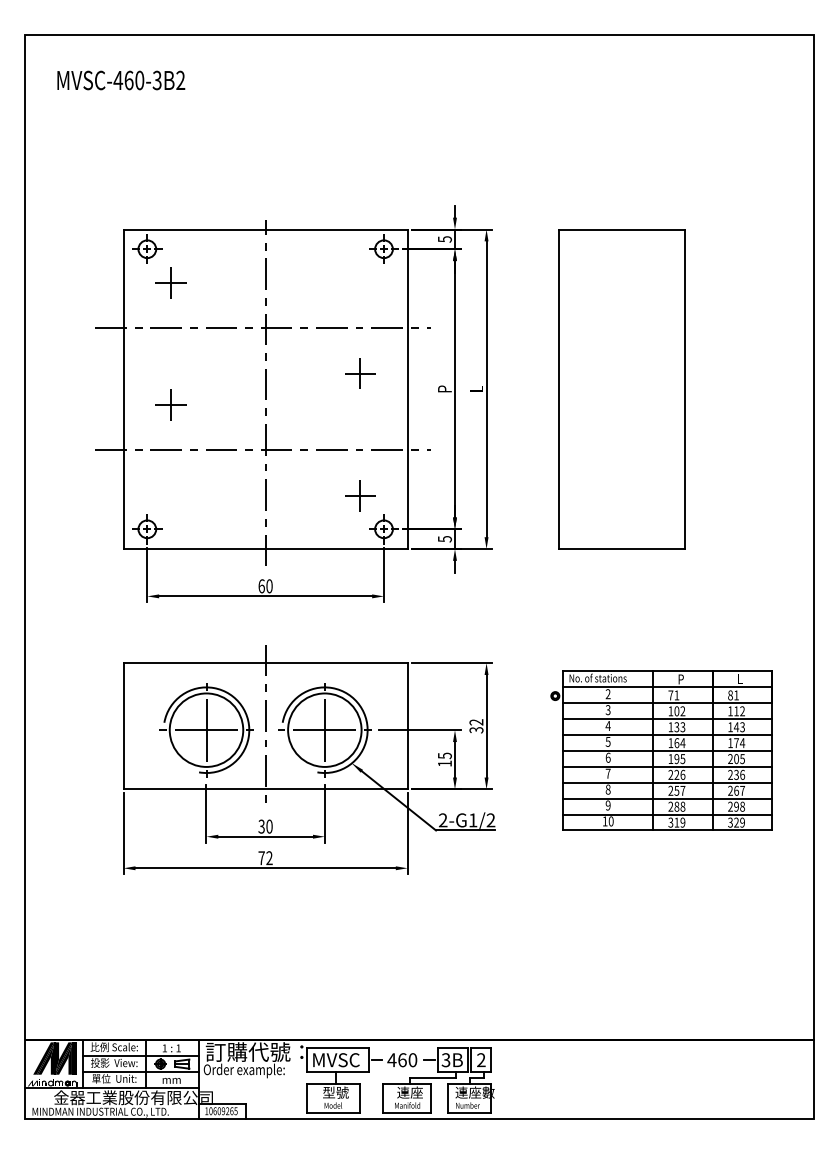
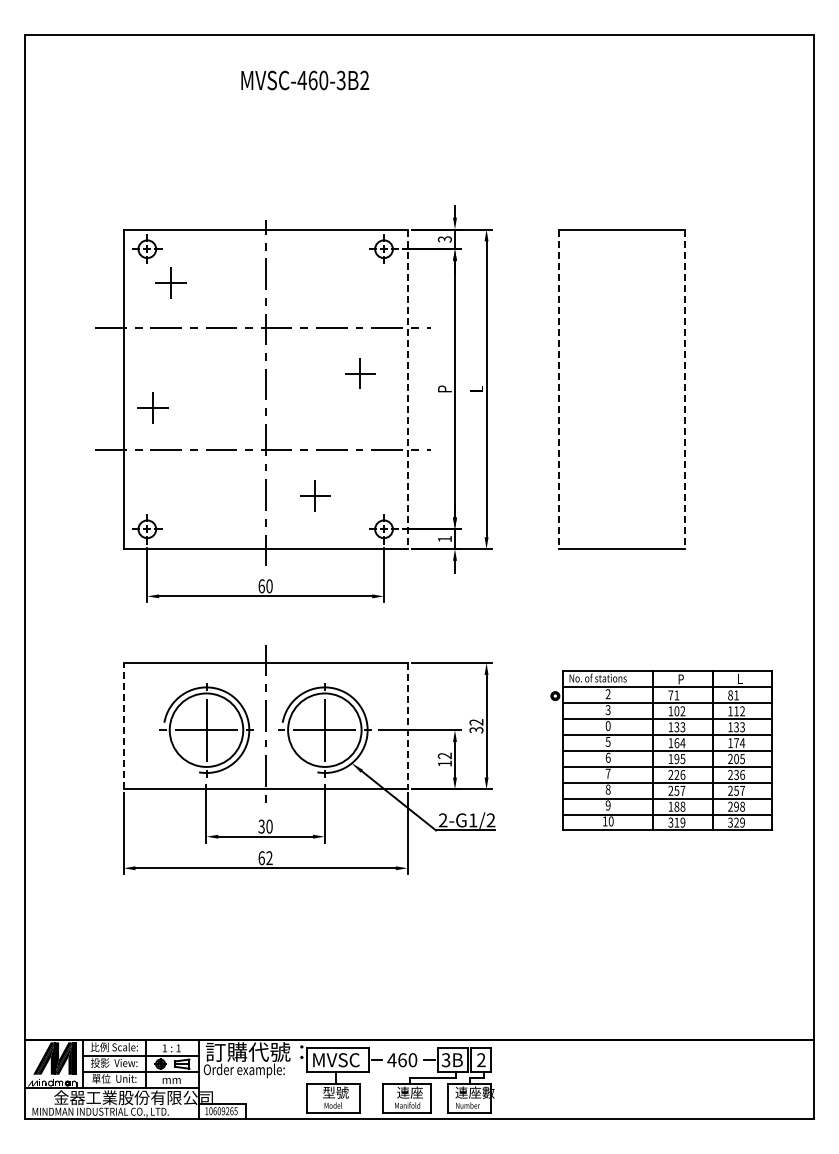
text at (121, 80) position: (121, 80) -> (305, 80)
text at (444, 239): 5 -> 3
line at (407, 389): solid -> dashed
line at (559, 389): solid -> dashed
line at (685, 389): solid -> dashed
part at (170, 404) position: (170, 404) -> (152, 407)
part at (360, 495) position: (360, 495) -> (315, 495)
text at (444, 539): 5 -> 1
line at (123, 725): solid -> dashed
text at (607, 725): 4 -> 0
line at (407, 726): solid -> dashed
text at (736, 727): 143 -> 133
text at (444, 755): 15 -> 12
text at (736, 790): 267 -> 257
text at (670, 806): 288 -> 188
text at (261, 858): 72 -> 62
